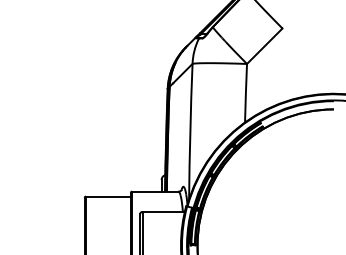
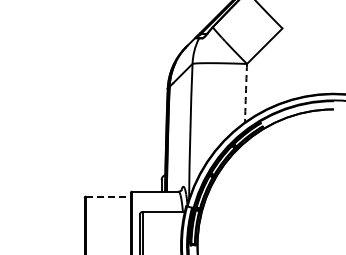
arc at (245, 93): solid -> dashed
line at (108, 196): solid -> dashed
